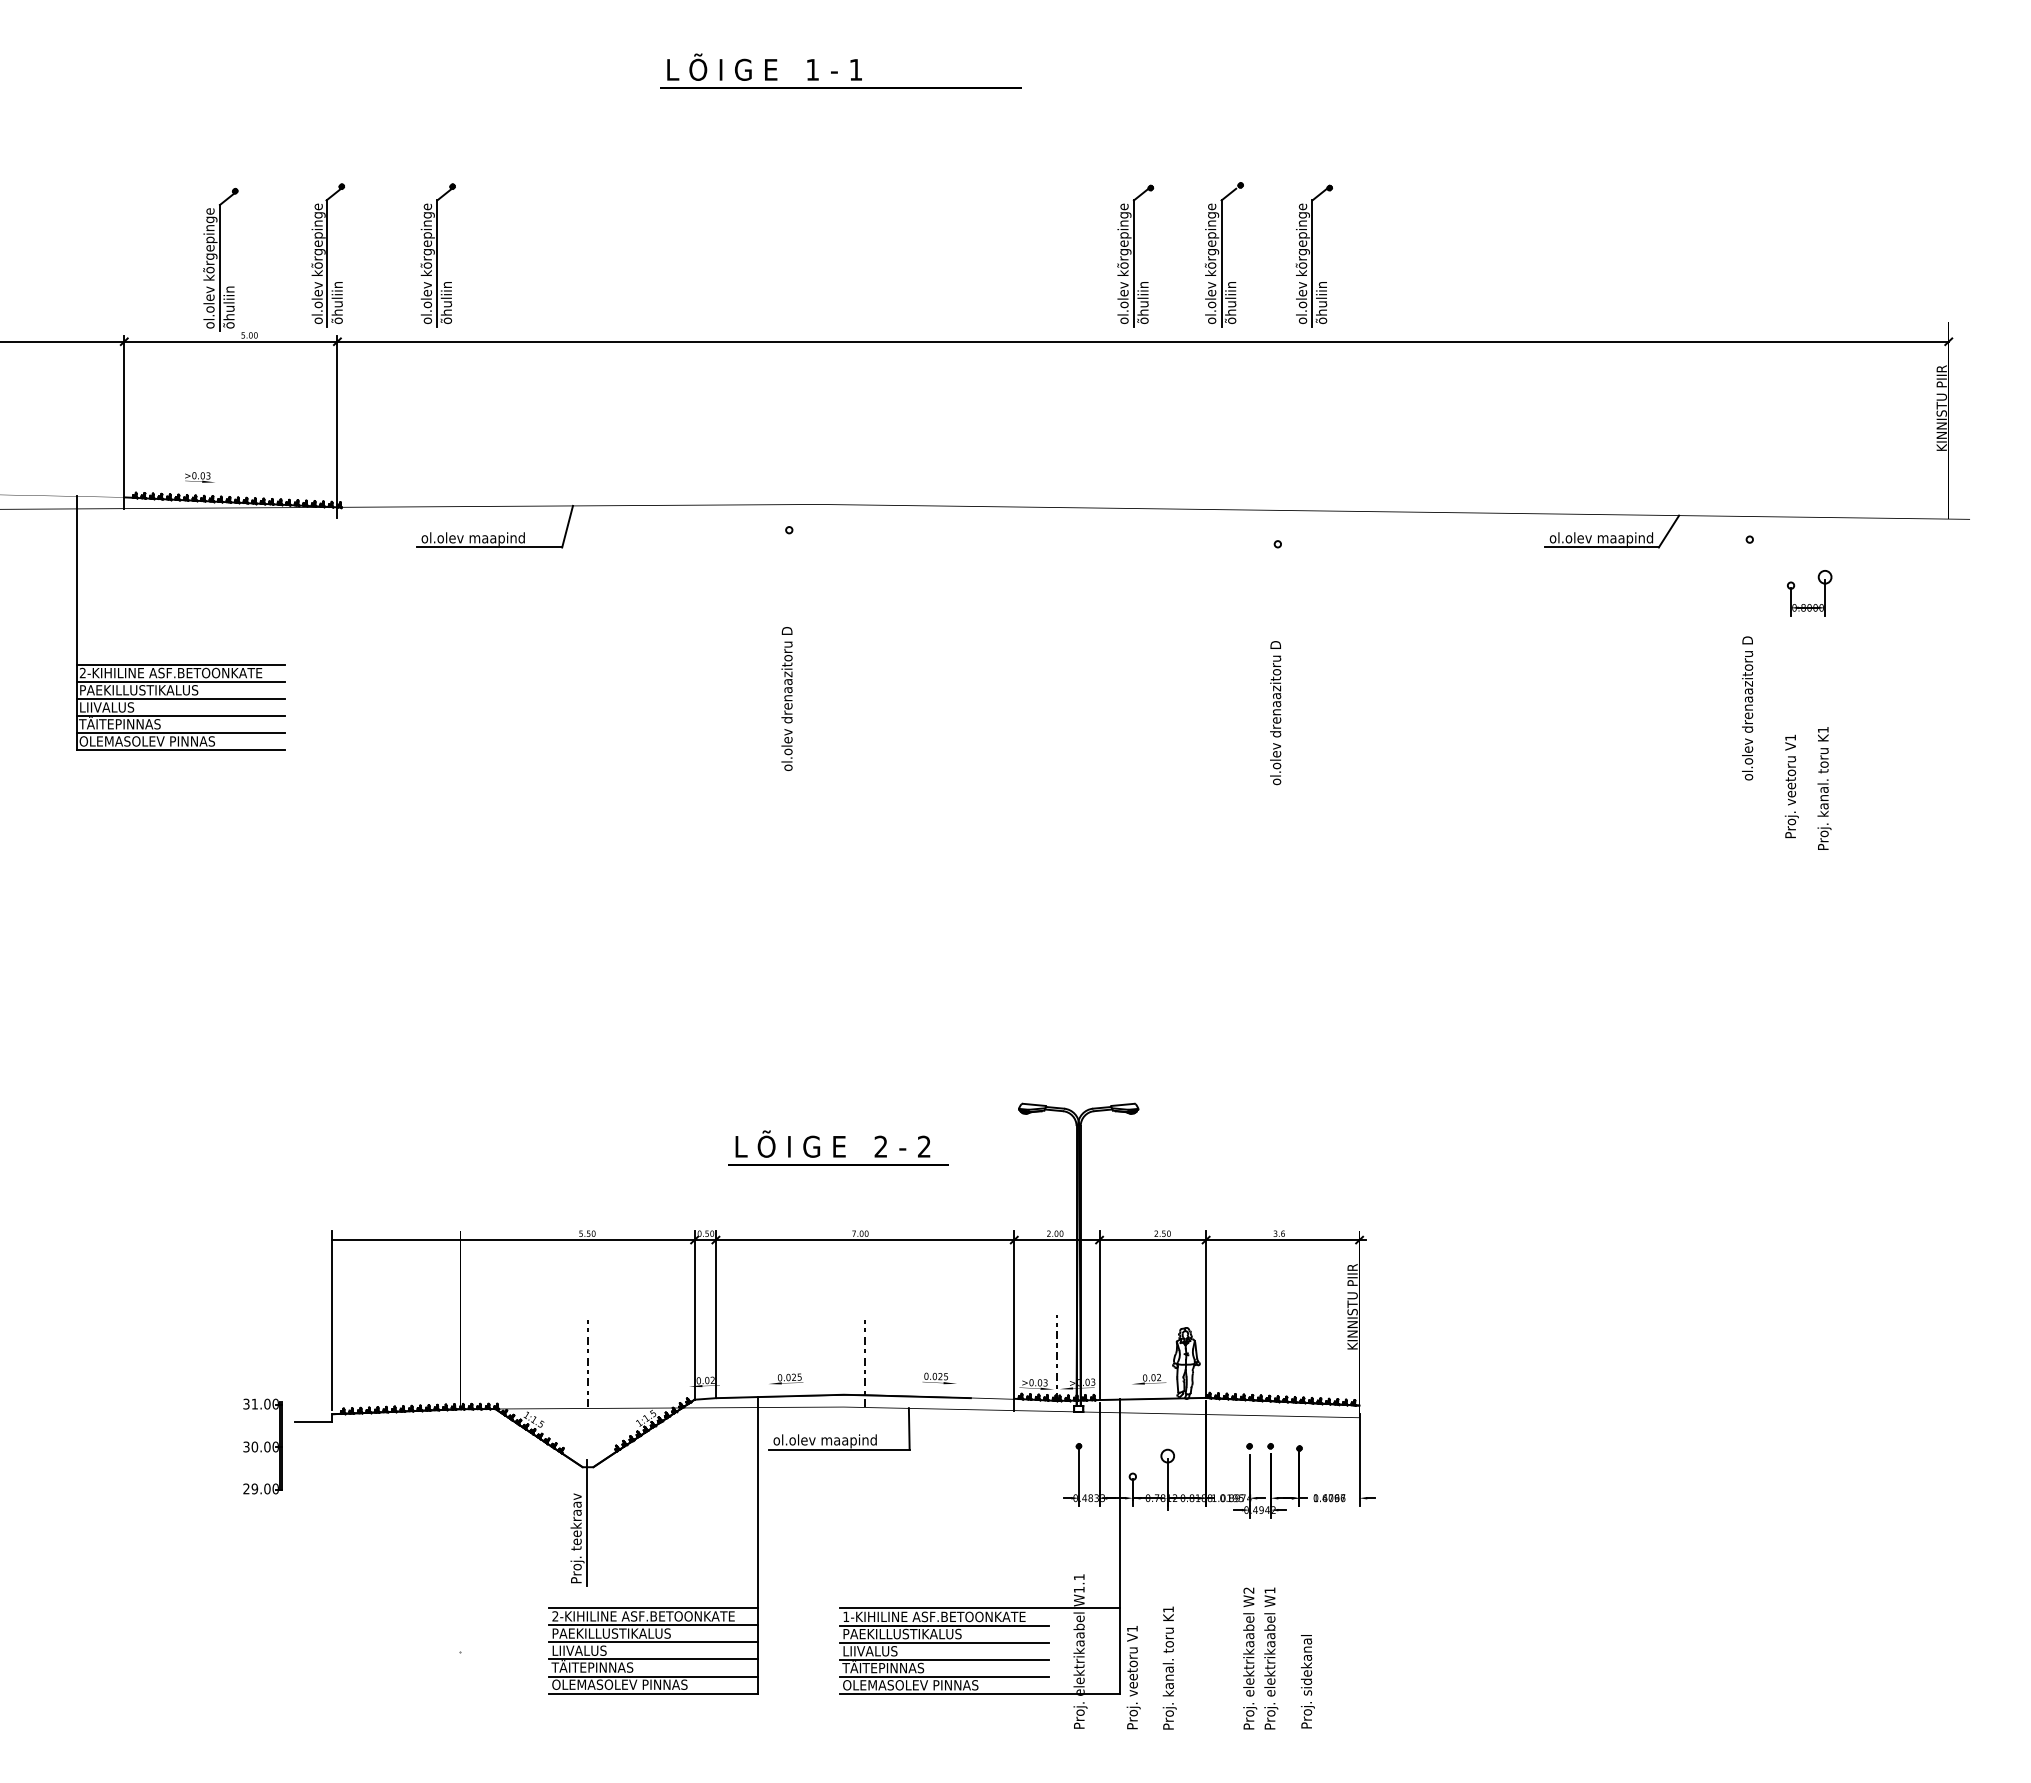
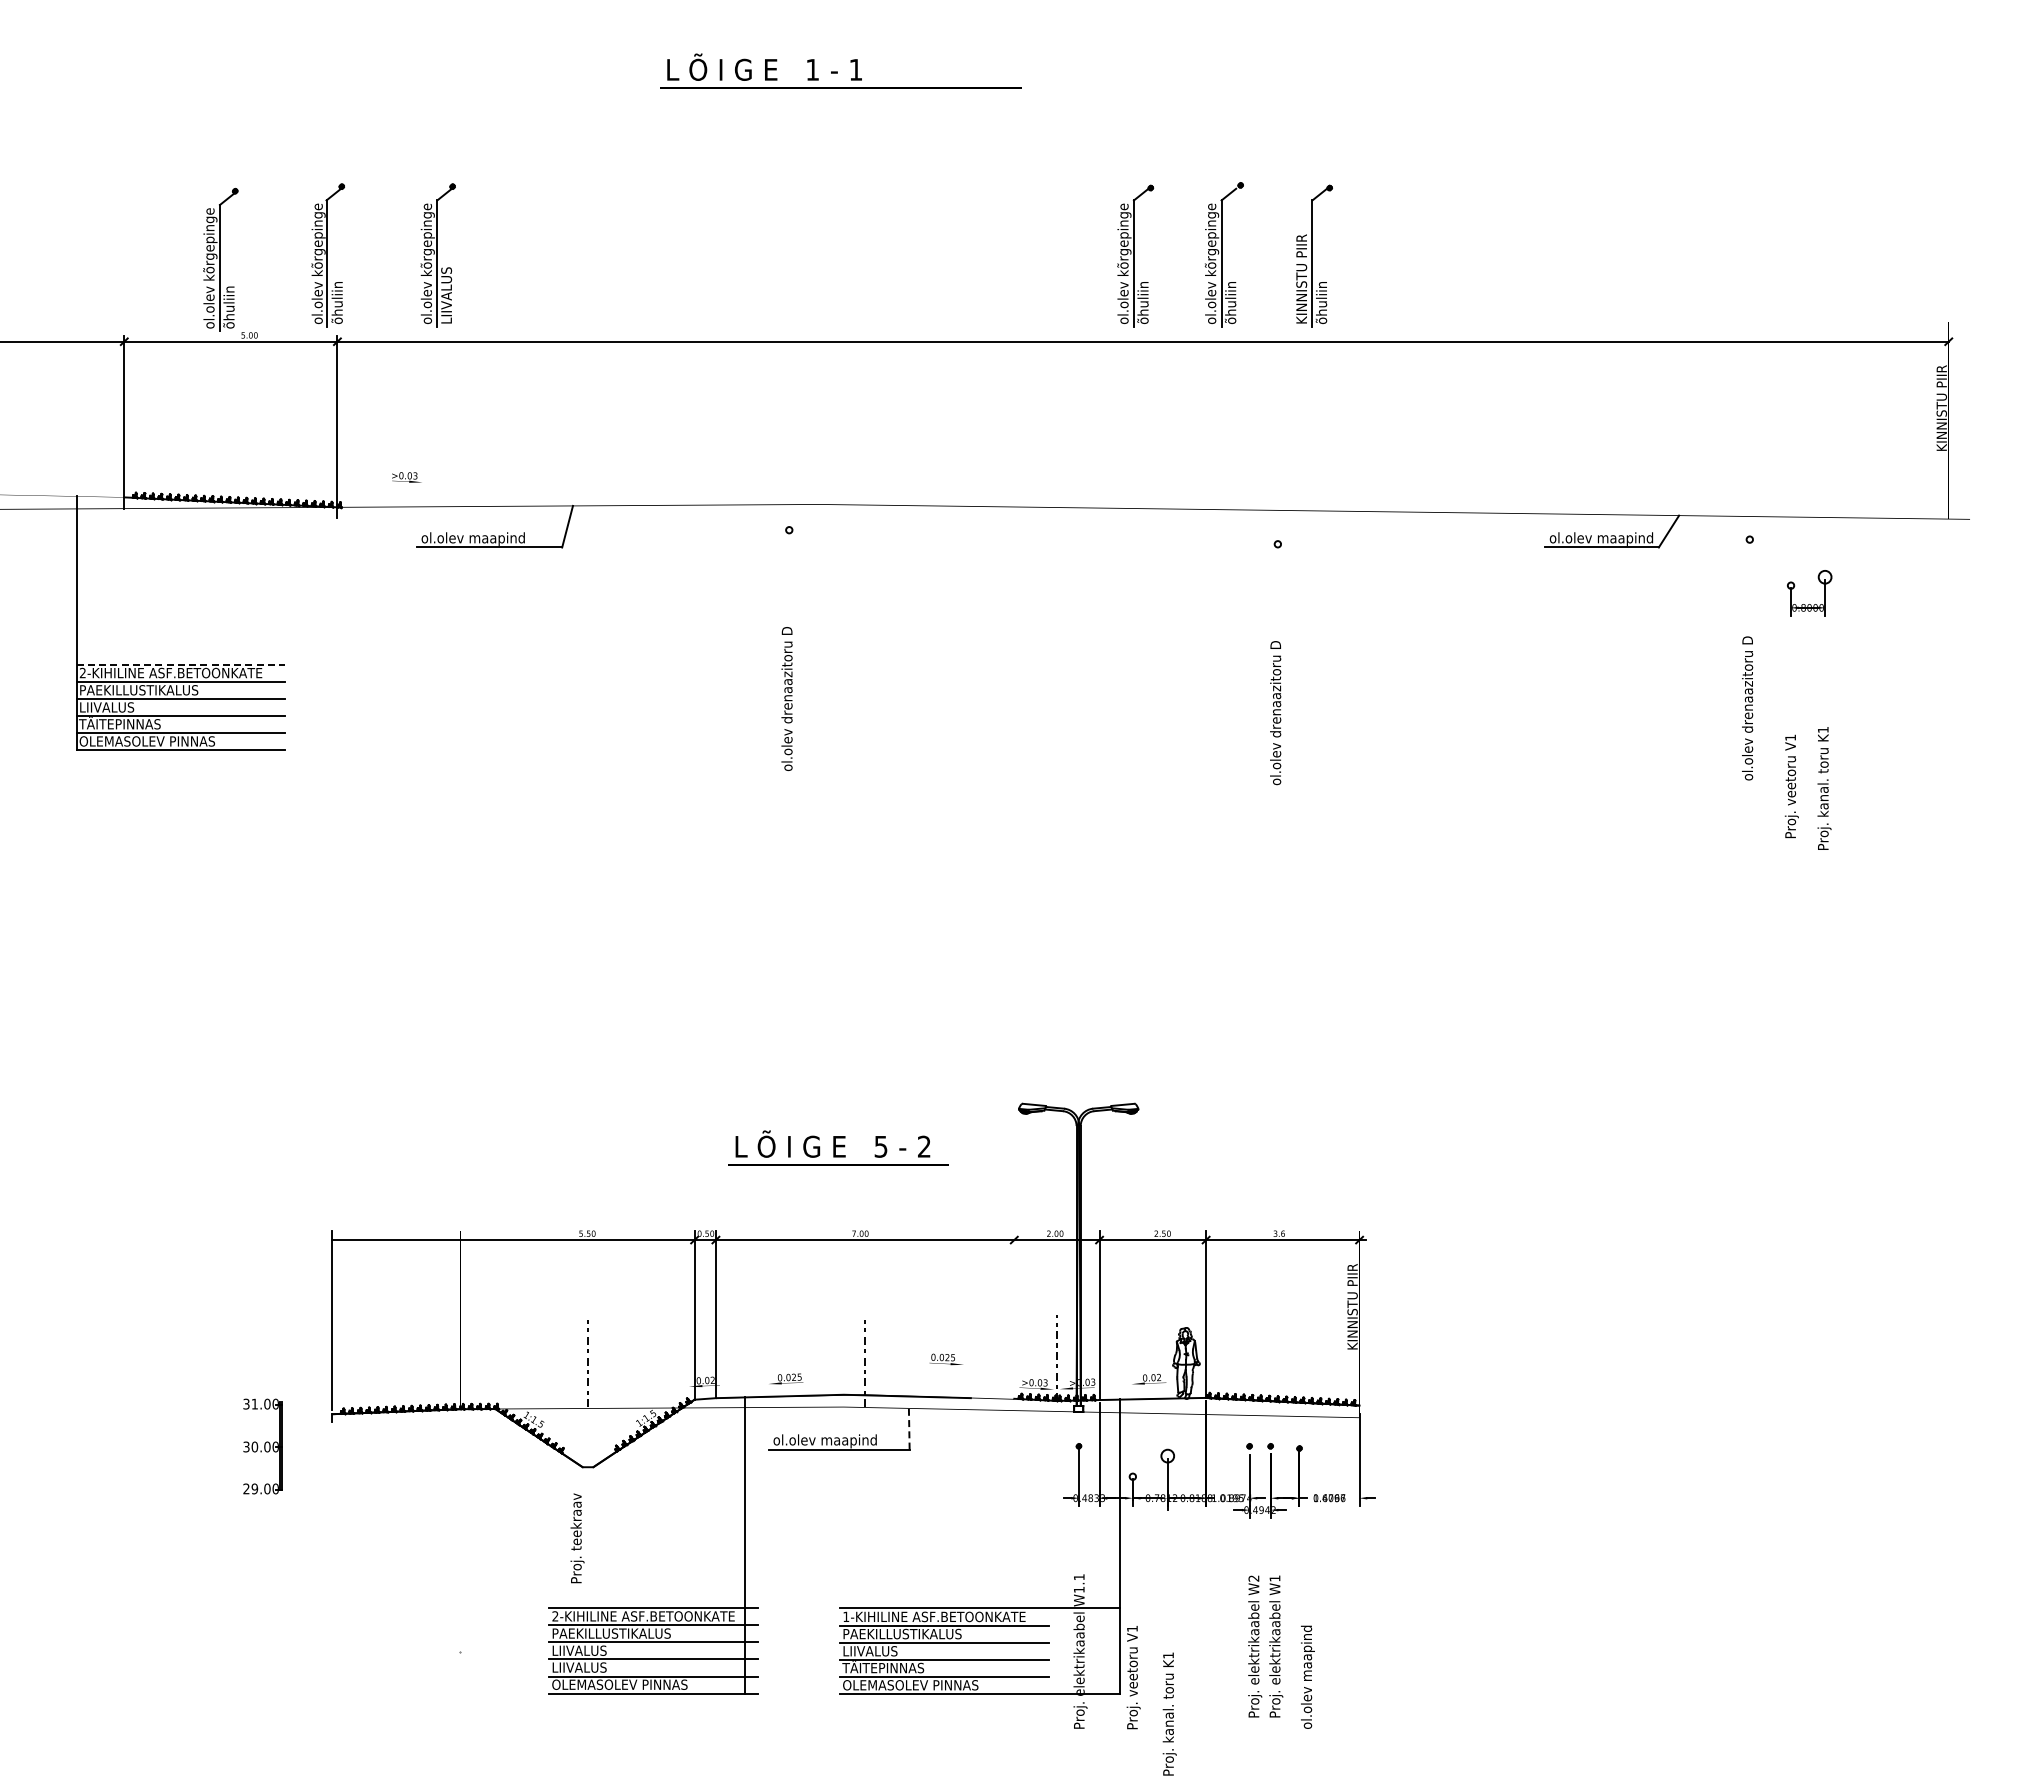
text at (1302, 263): ol.olev kõrgepinge -> KINNISTU PIIR
text at (446, 295): õhuliin -> LIIVALUS
text at (199, 477) position: (199, 477) -> (406, 477)
line at (181, 664): solid -> dashed
text at (880, 1146): 2 -> 5
line at (1014, 1320): present -> none
text at (938, 1378) position: (938, 1378) -> (945, 1359)
line at (313, 1422): present -> none
line at (909, 1428): solid -> dashed
line at (587, 1523): present -> none
line at (757, 1545) position: (757, 1545) -> (744, 1545)
text at (1260, 1658) position: (1260, 1658) -> (1265, 1646)
text at (592, 1666): TÄITEPINNAS -> LIIVALUS
text at (1169, 1667) position: (1169, 1667) -> (1169, 1713)
text at (1307, 1676): Proj. sidekanal -> ol.olev maapind
